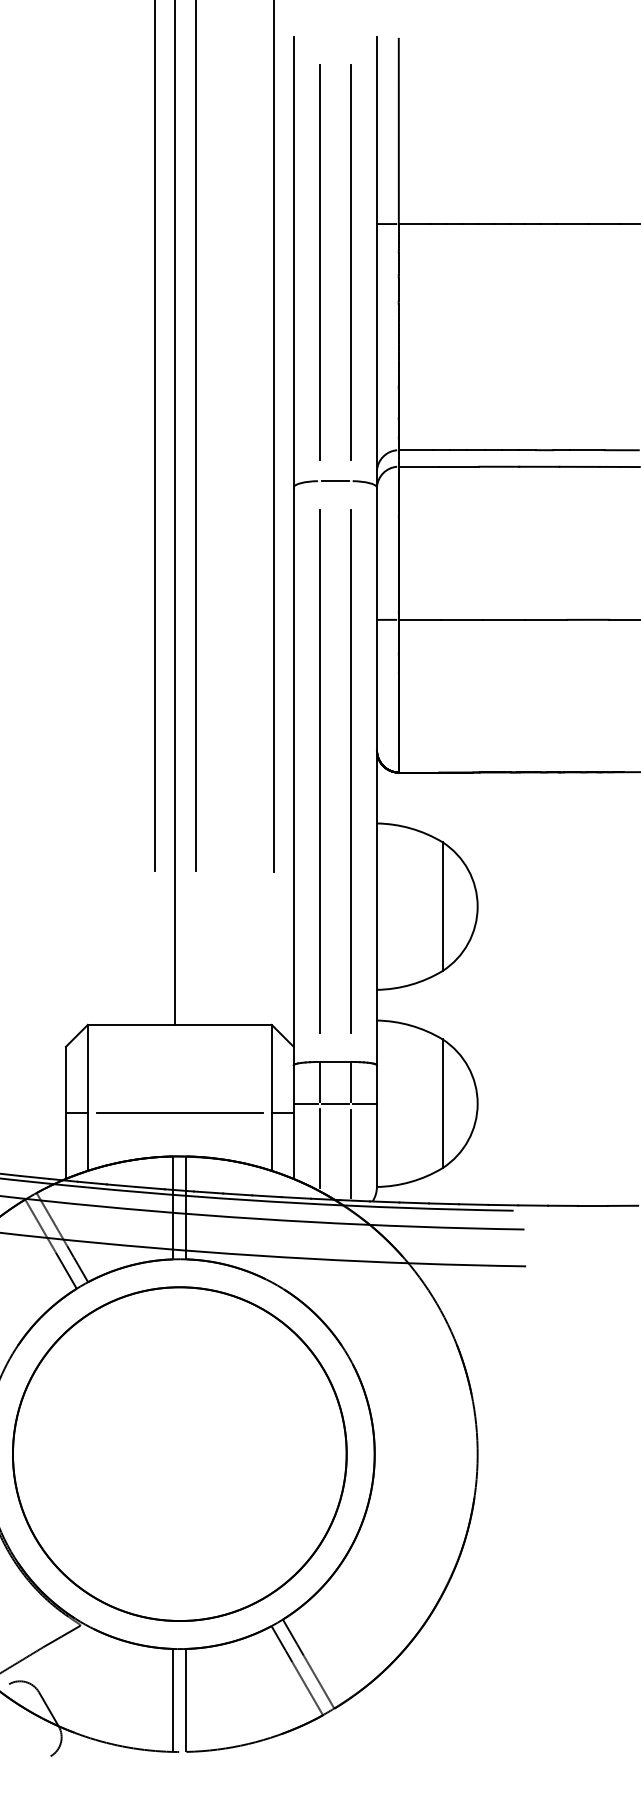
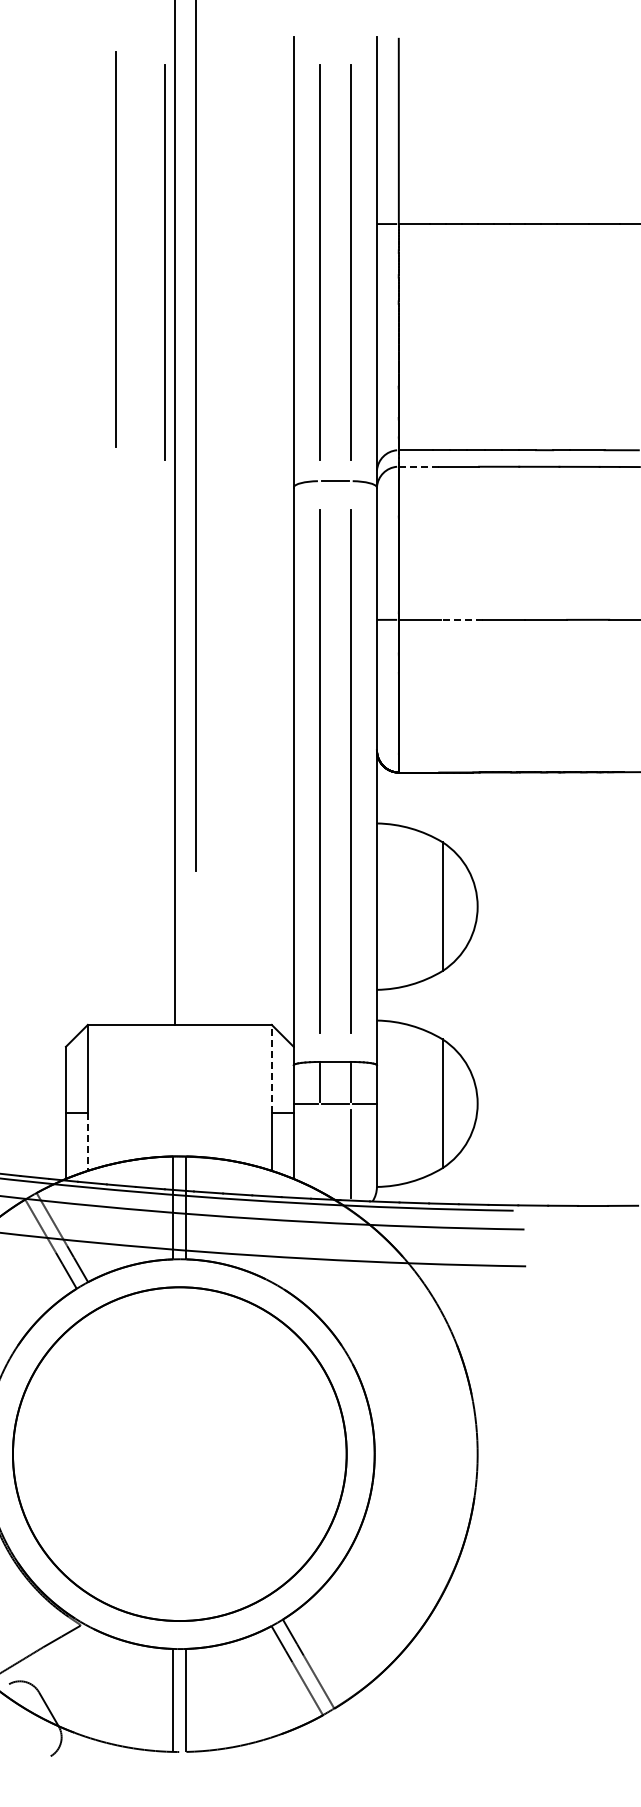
line at (115, 249): none -> present
line at (164, 262): none -> present
line at (155, 436): present -> none
line at (273, 437): present -> none
line at (418, 466): solid -> dashed
line at (461, 619): solid -> dashed
line at (271, 1068): solid -> dashed
line at (179, 1112): present -> none
line at (87, 1142): solid -> dashed
line at (320, 1148): present -> none
